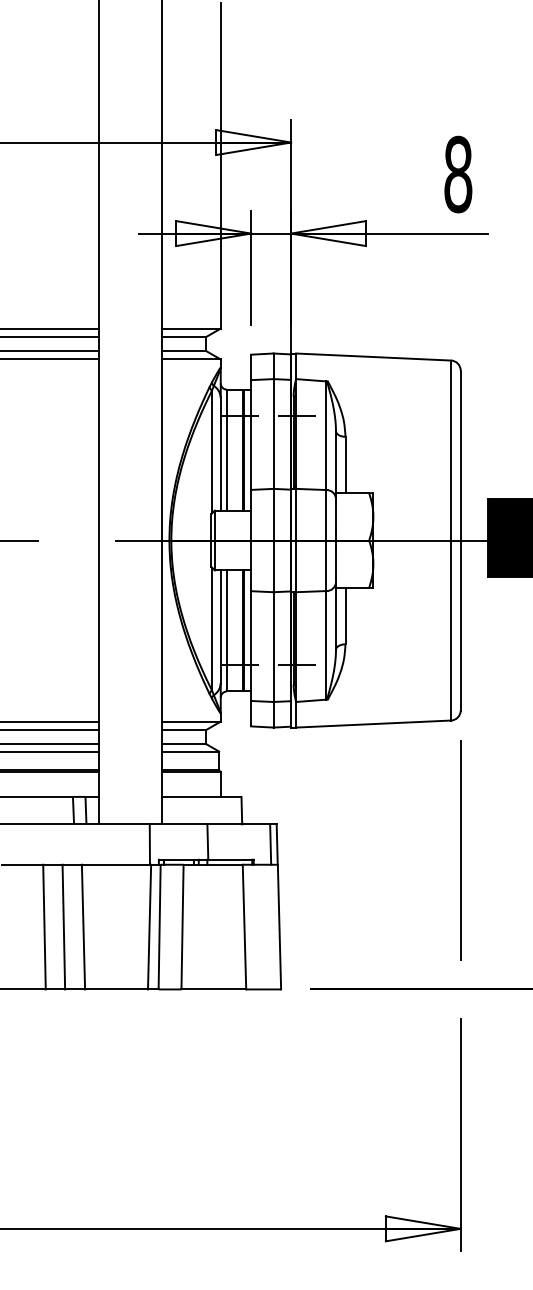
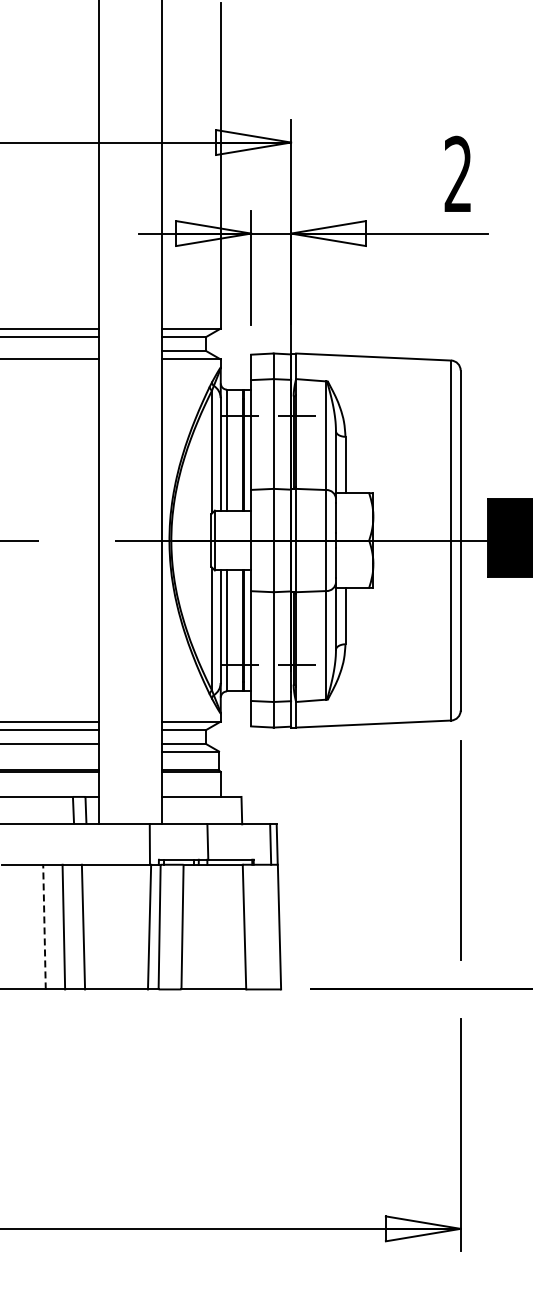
text at (458, 174): 8 -> 2
line at (50, 350): present -> none
line at (50, 751): present -> none
line at (44, 926): solid -> dashed
